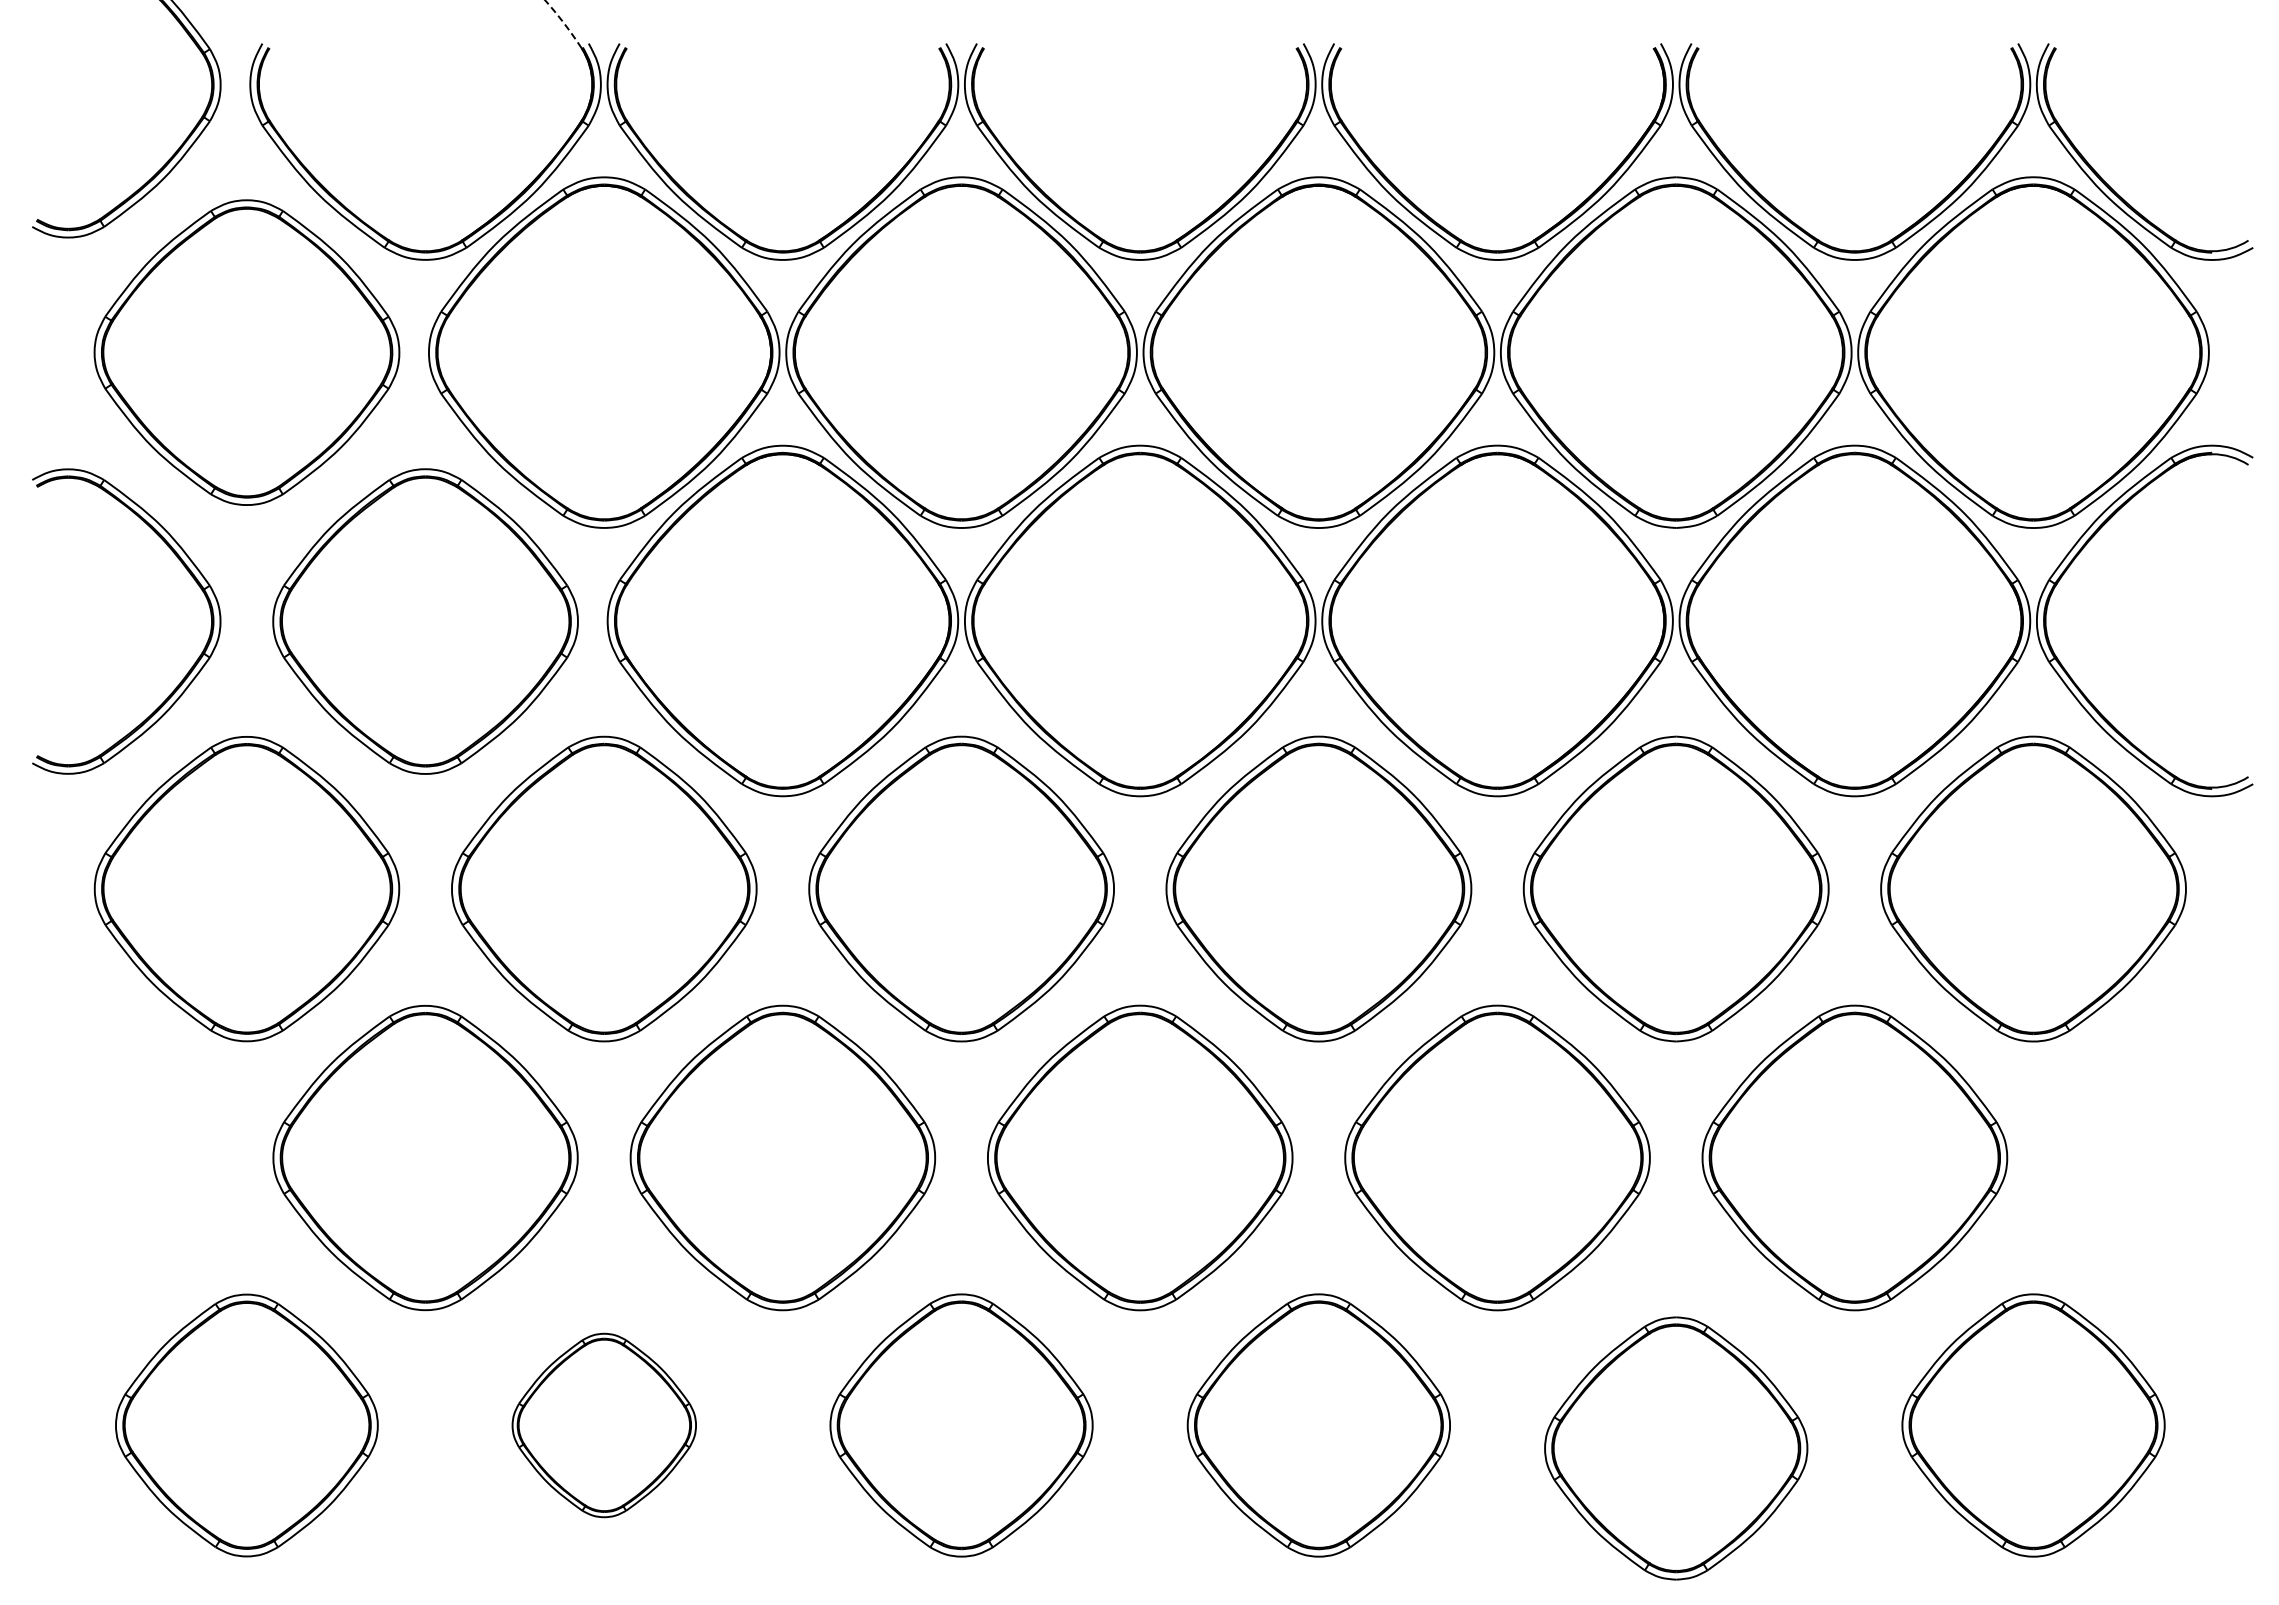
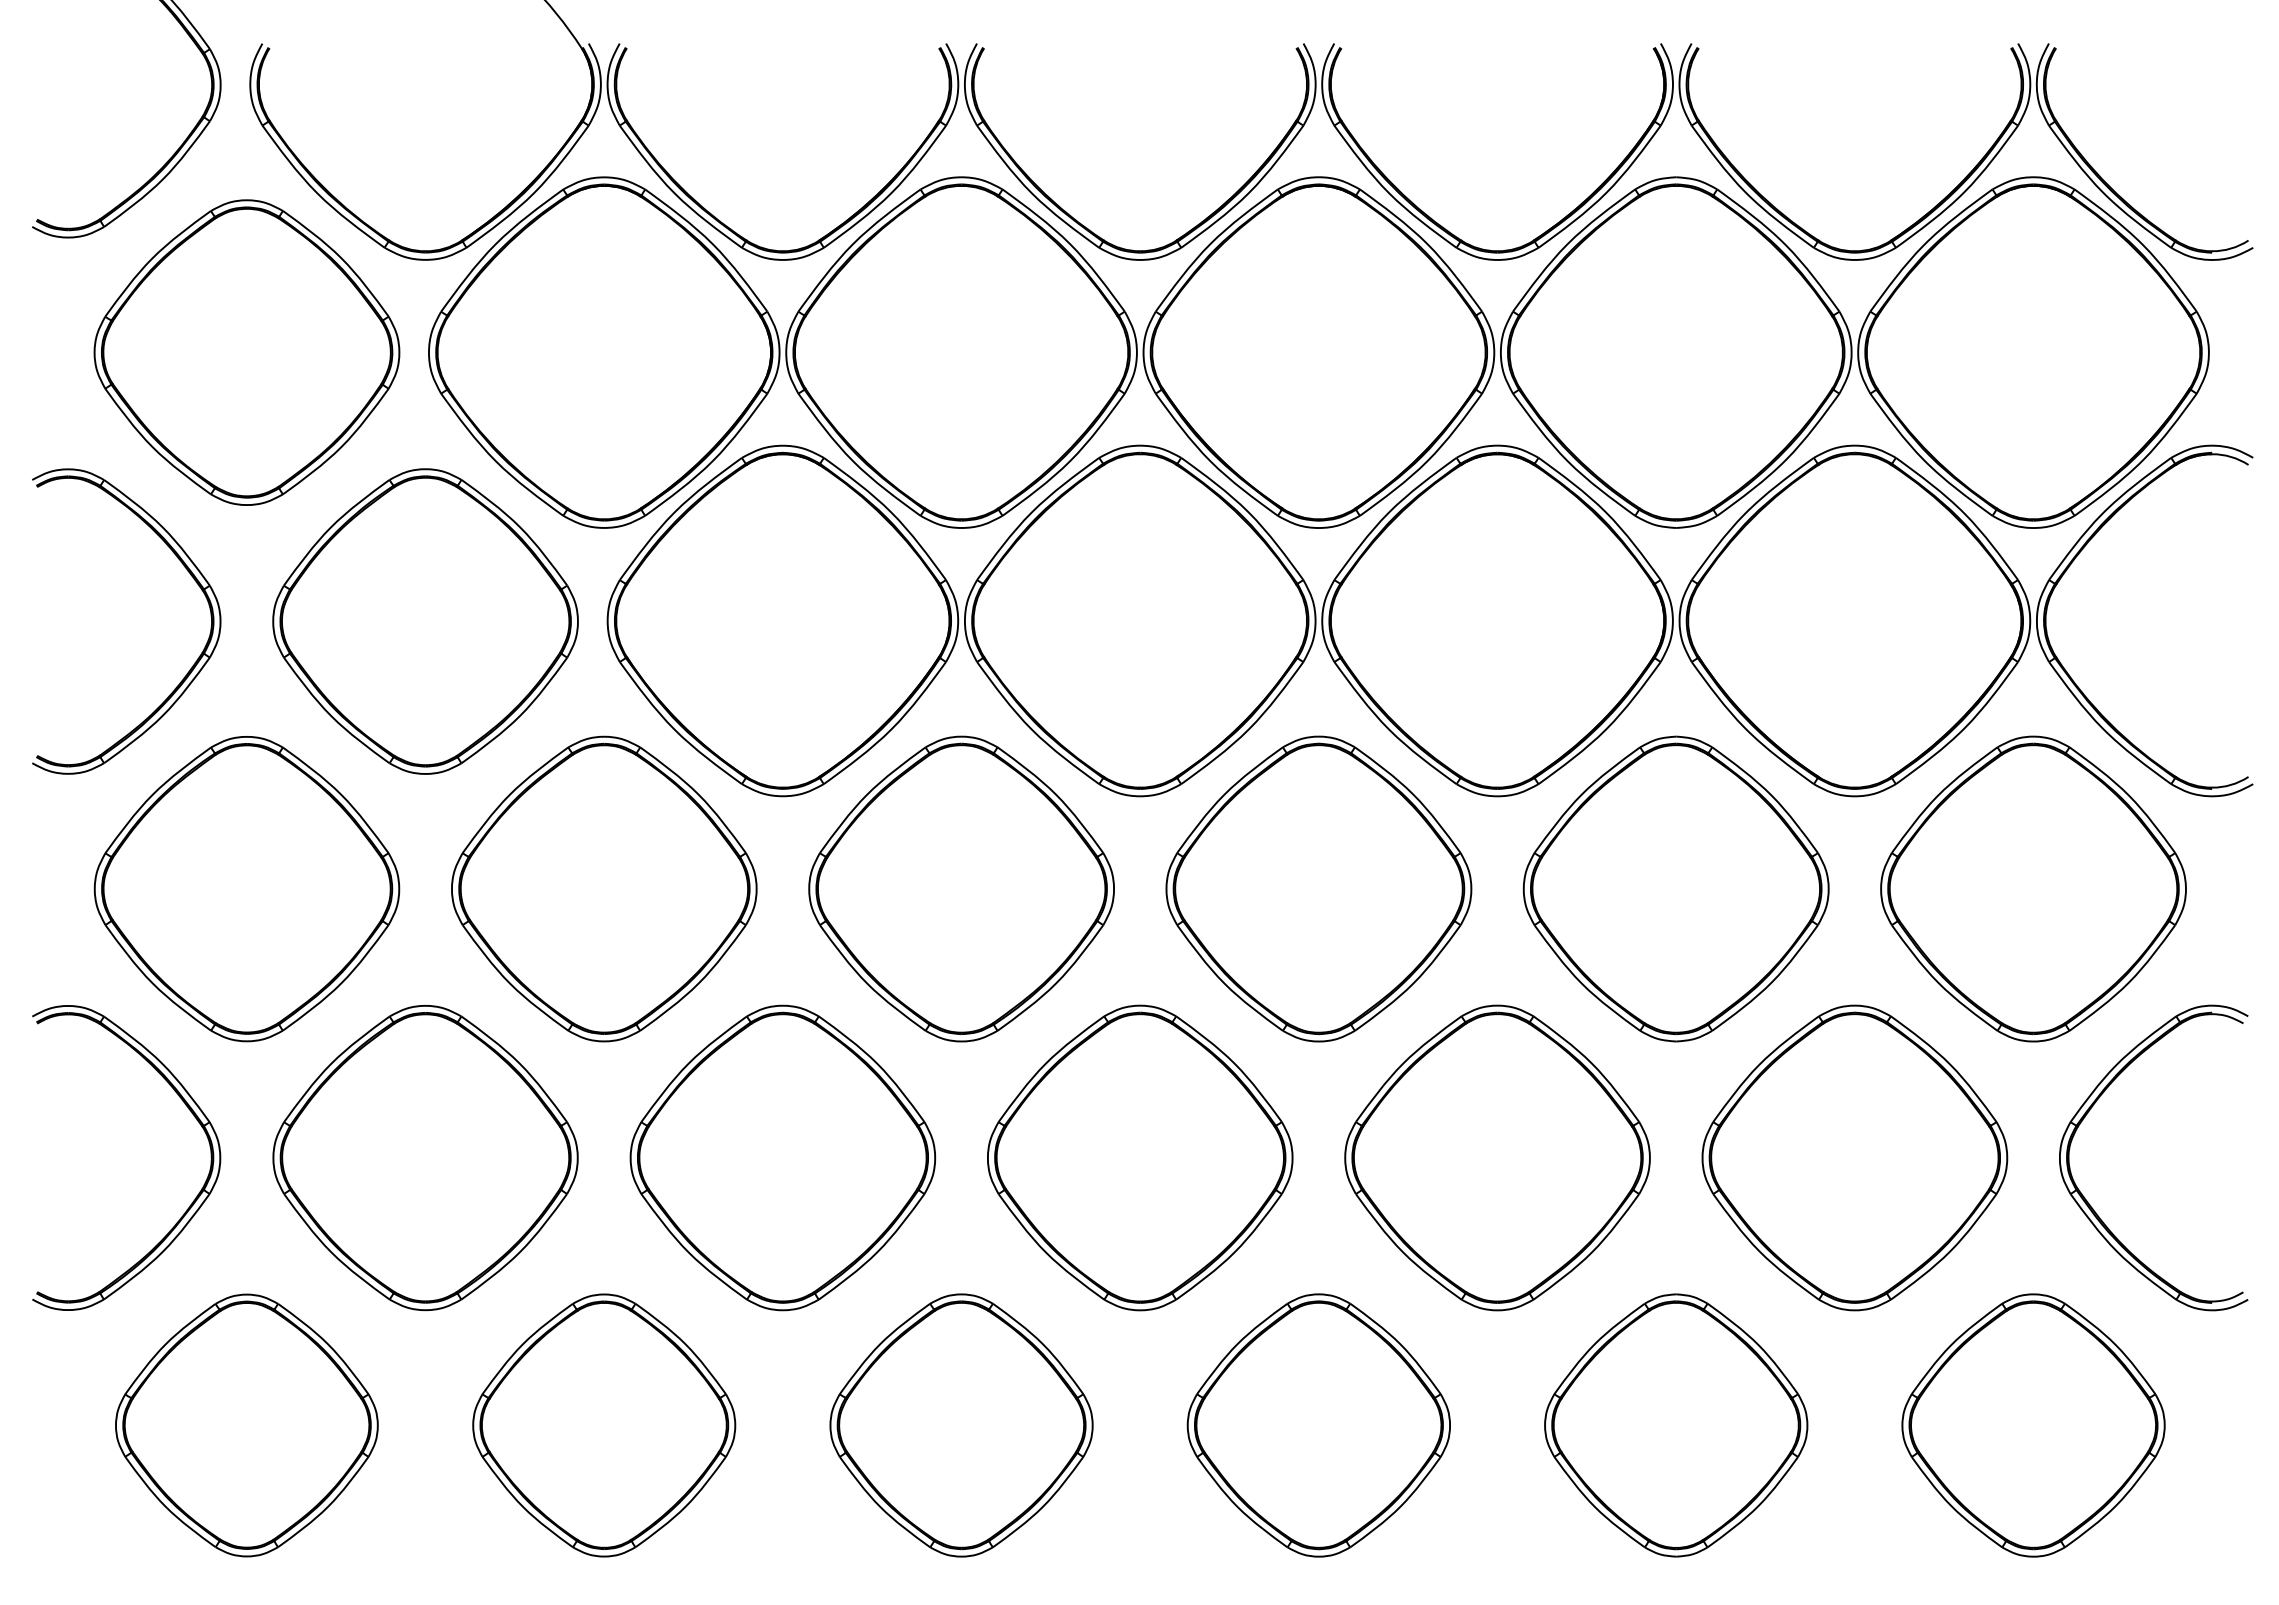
arc at (564, 23): dashed -> solid
part at (188, 1109): none -> present
part at (2088, 1113): none -> present
part at (603, 1425) size: 186x187 px -> 265x265 px
part at (1676, 1448) position: (1676, 1448) -> (1676, 1425)
